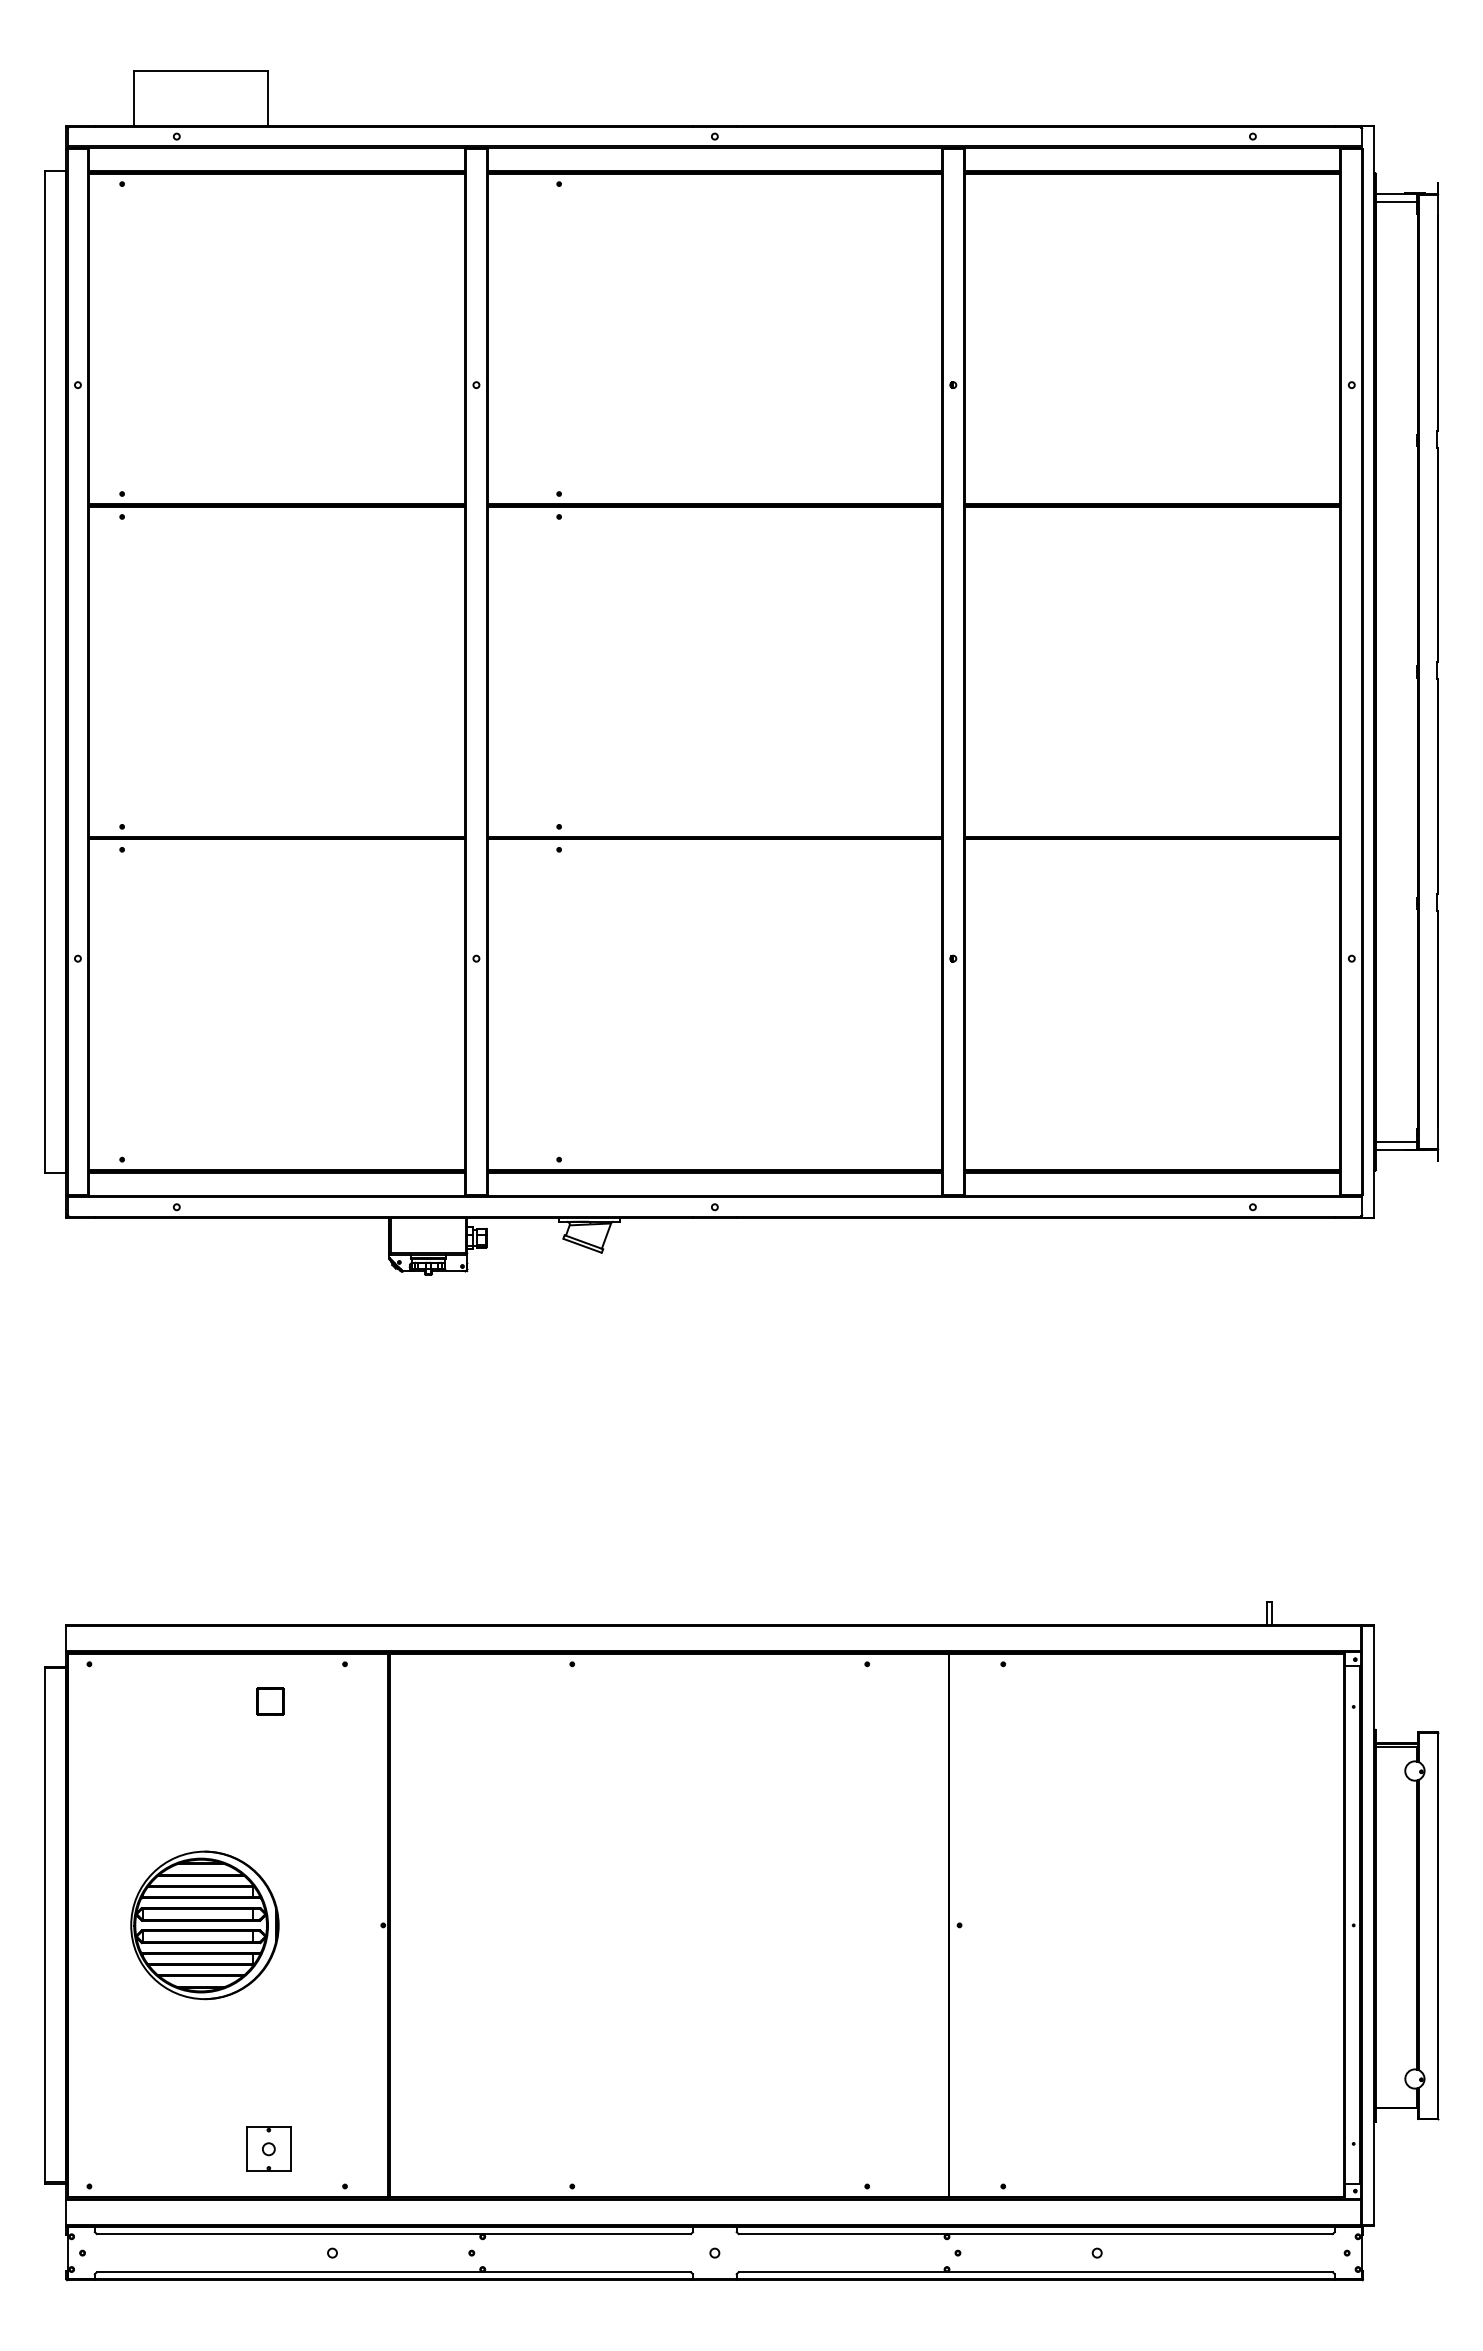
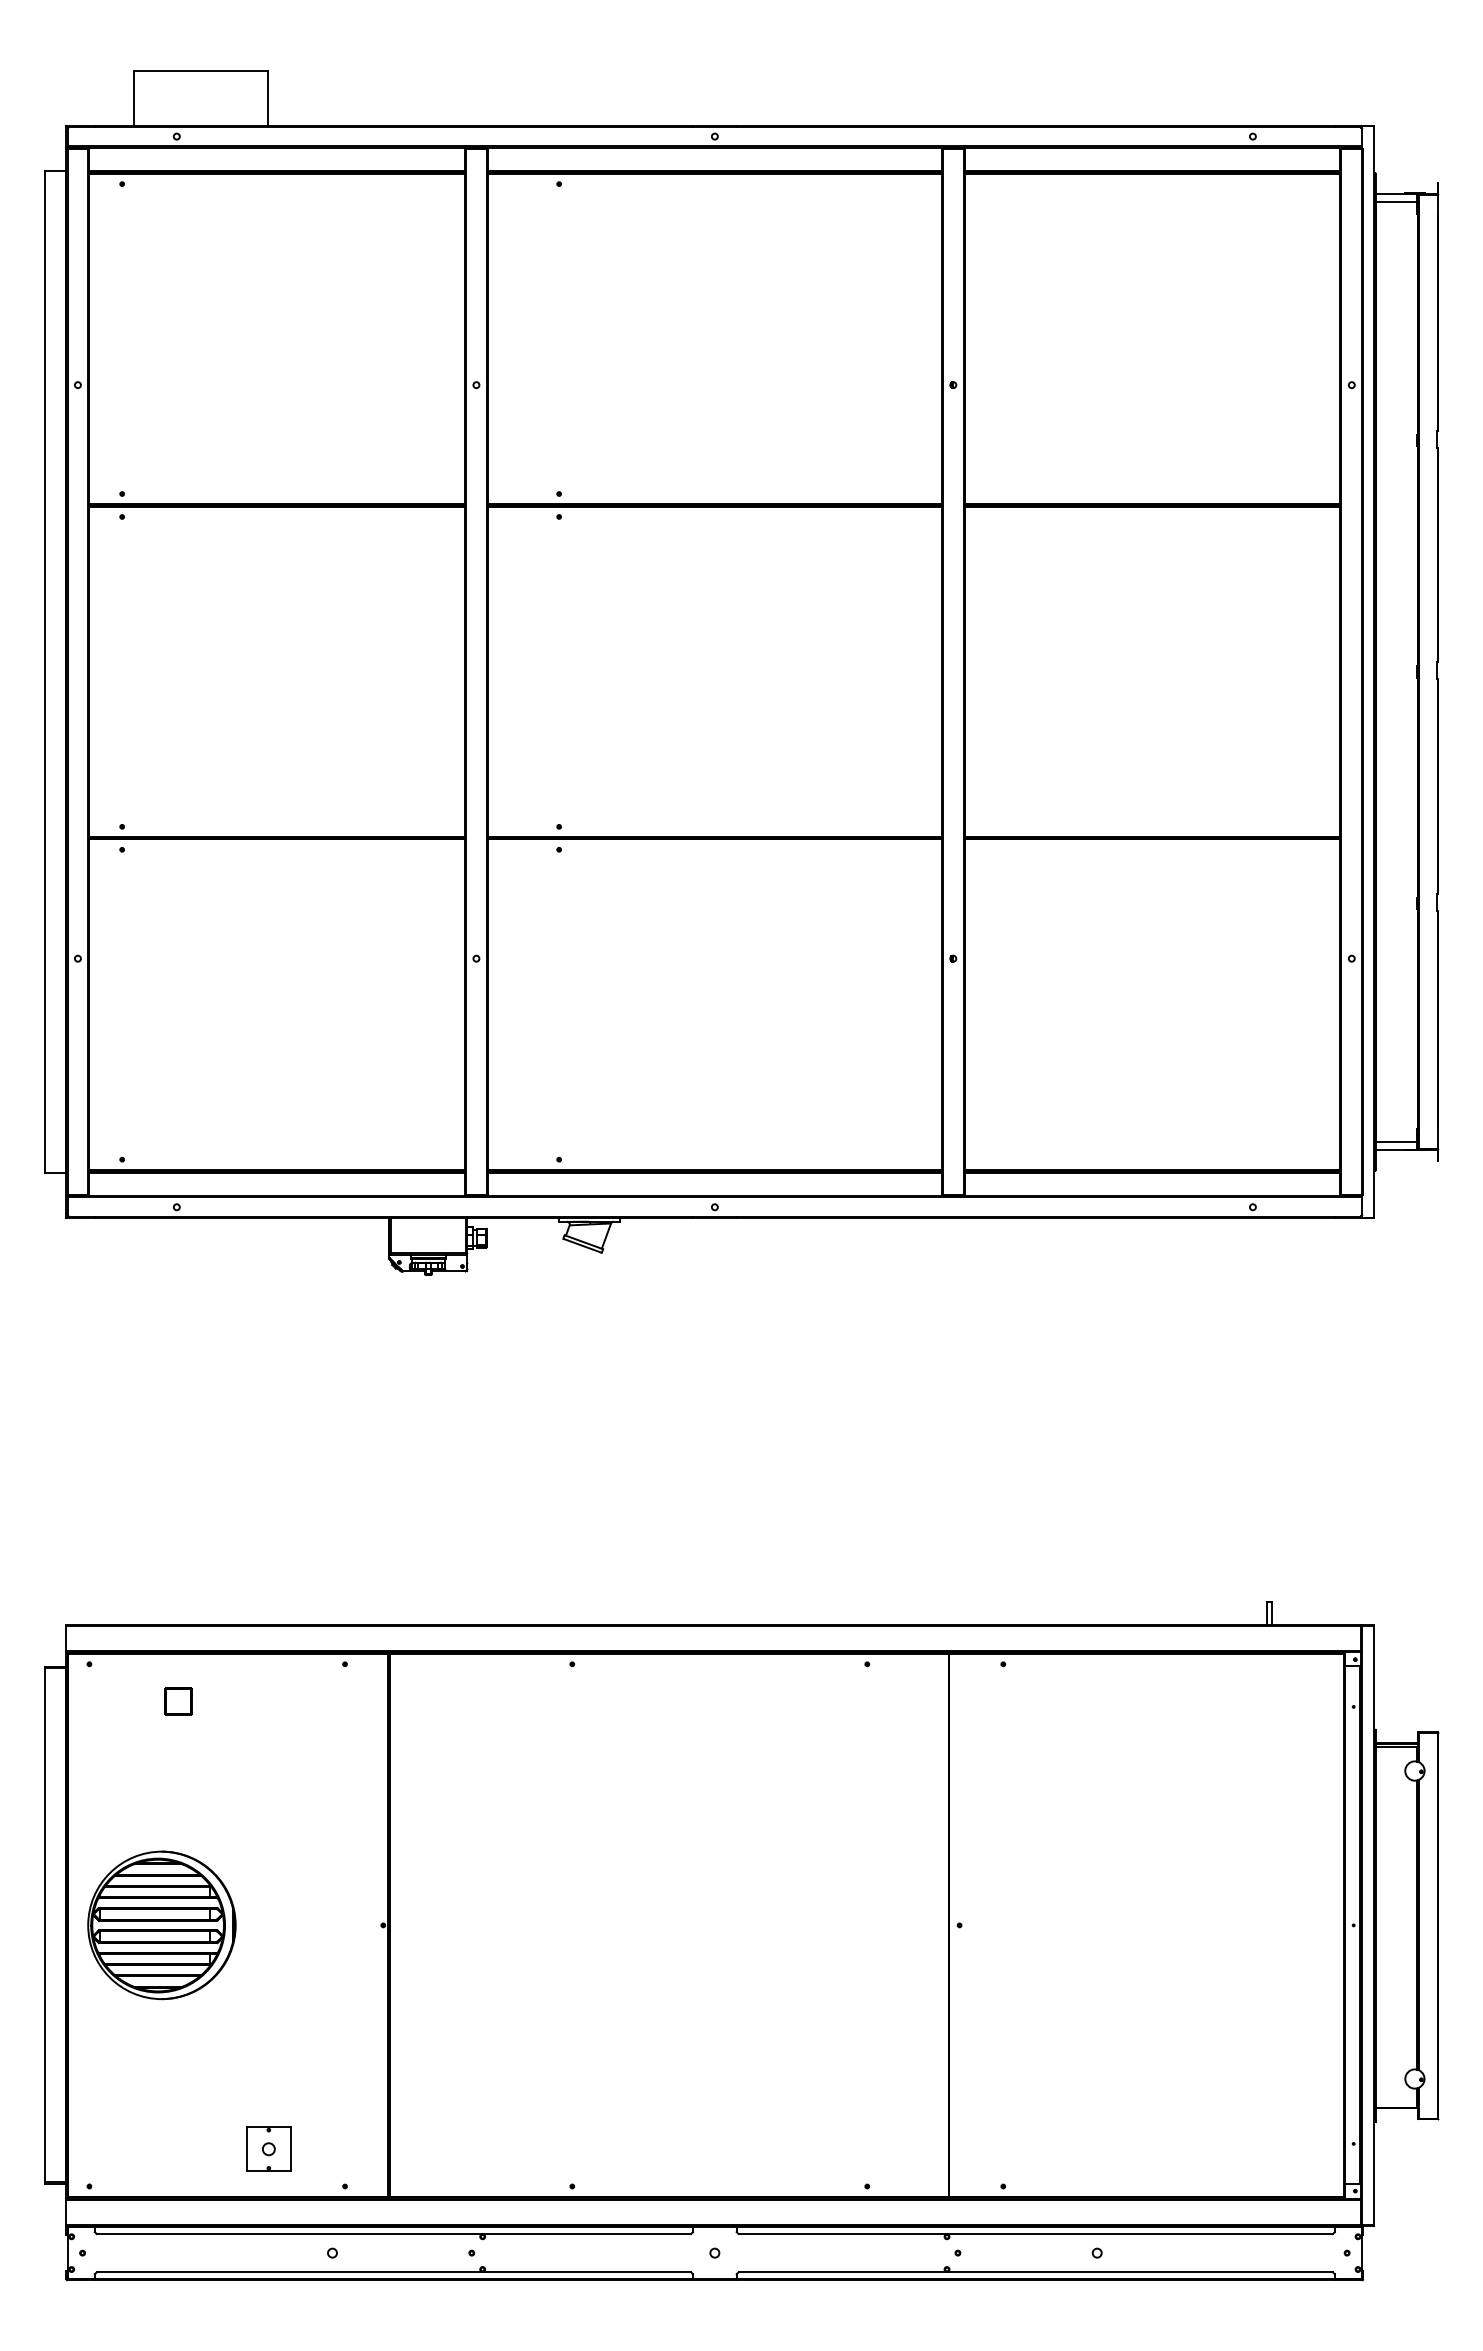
part at (270, 1701) position: (270, 1701) -> (178, 1701)
part at (204, 1925) position: (204, 1925) -> (161, 1925)
